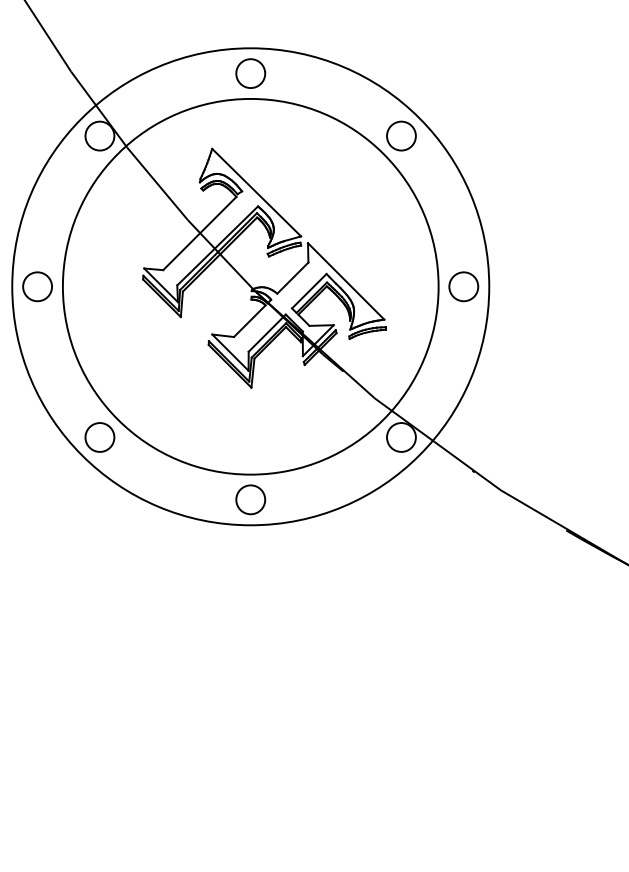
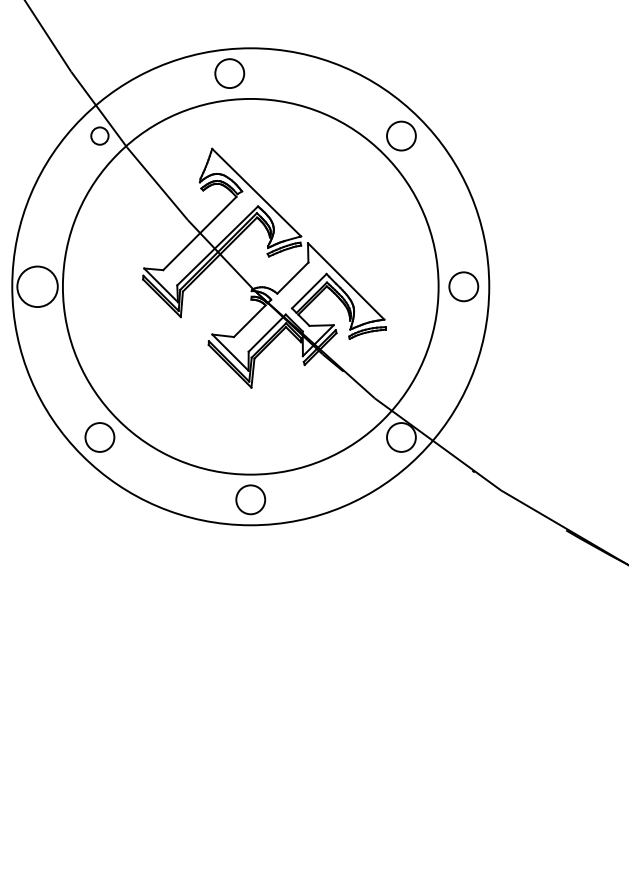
circle at (250, 73) position: (250, 73) -> (229, 73)
circle at (99, 135) diameter: 29 px -> 17 px
circle at (37, 286) diameter: 29 px -> 40 px
